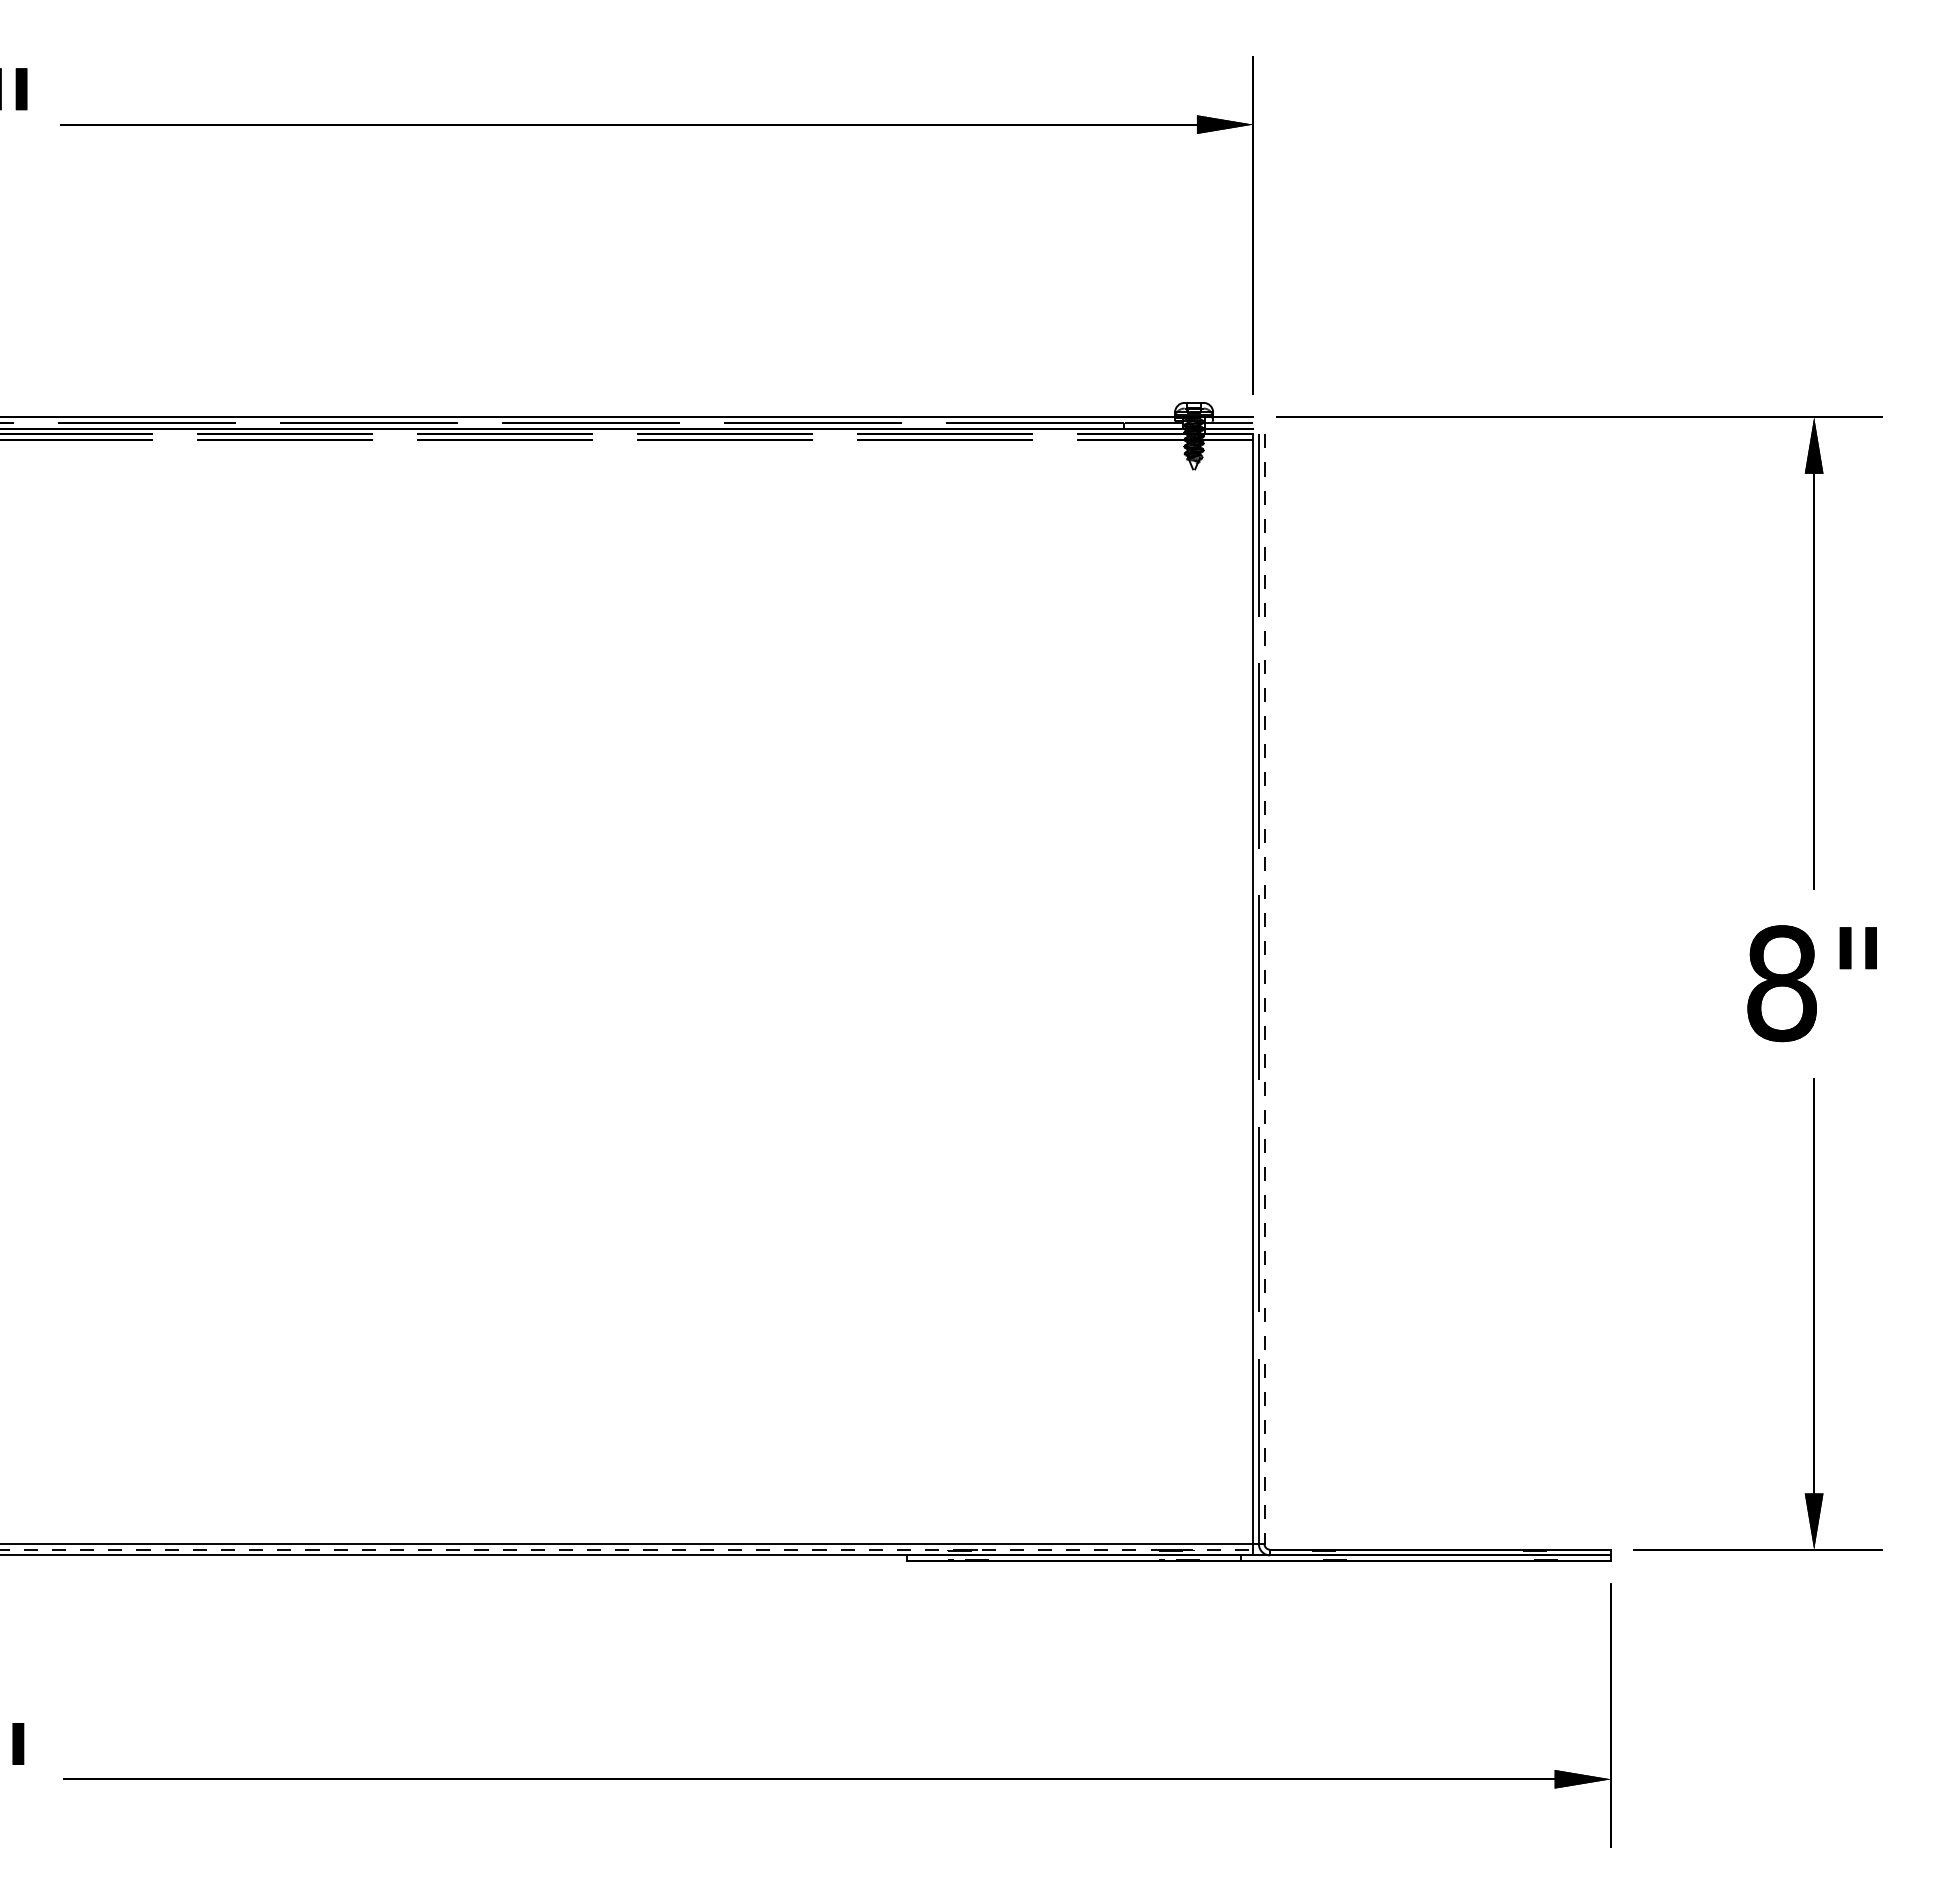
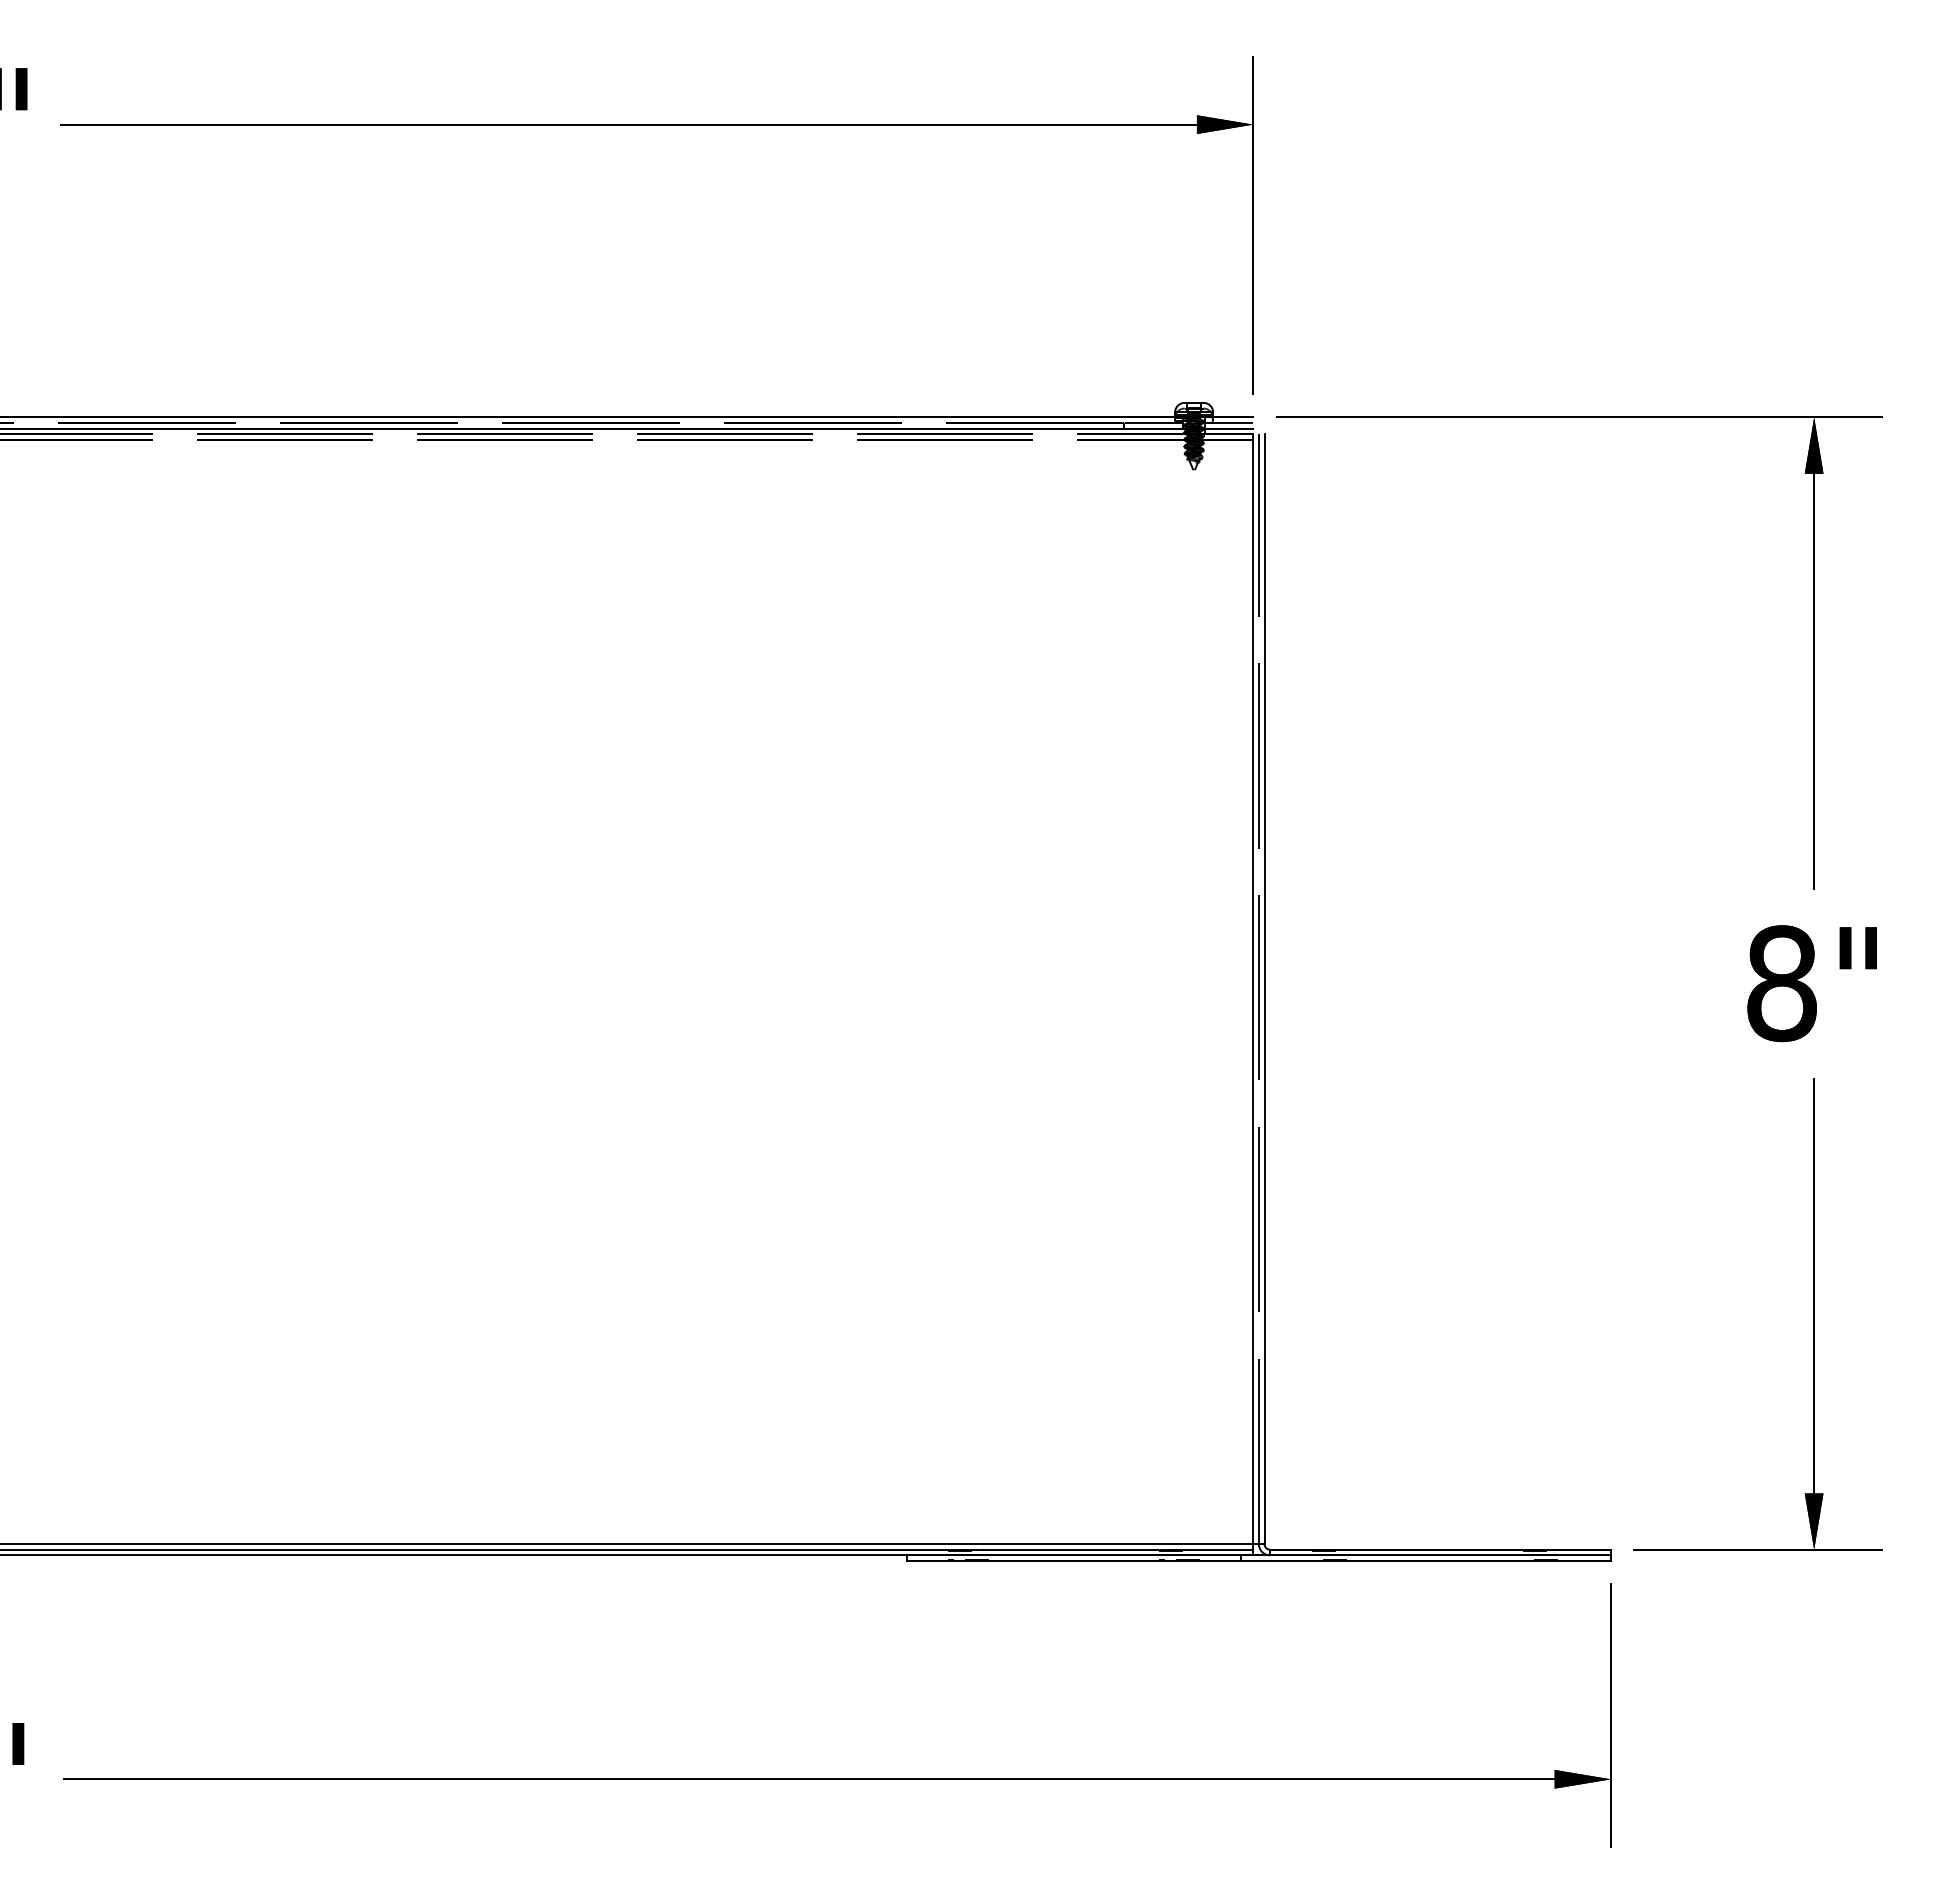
line at (1264, 989): dashed -> solid
line at (627, 1549): dashed -> solid
